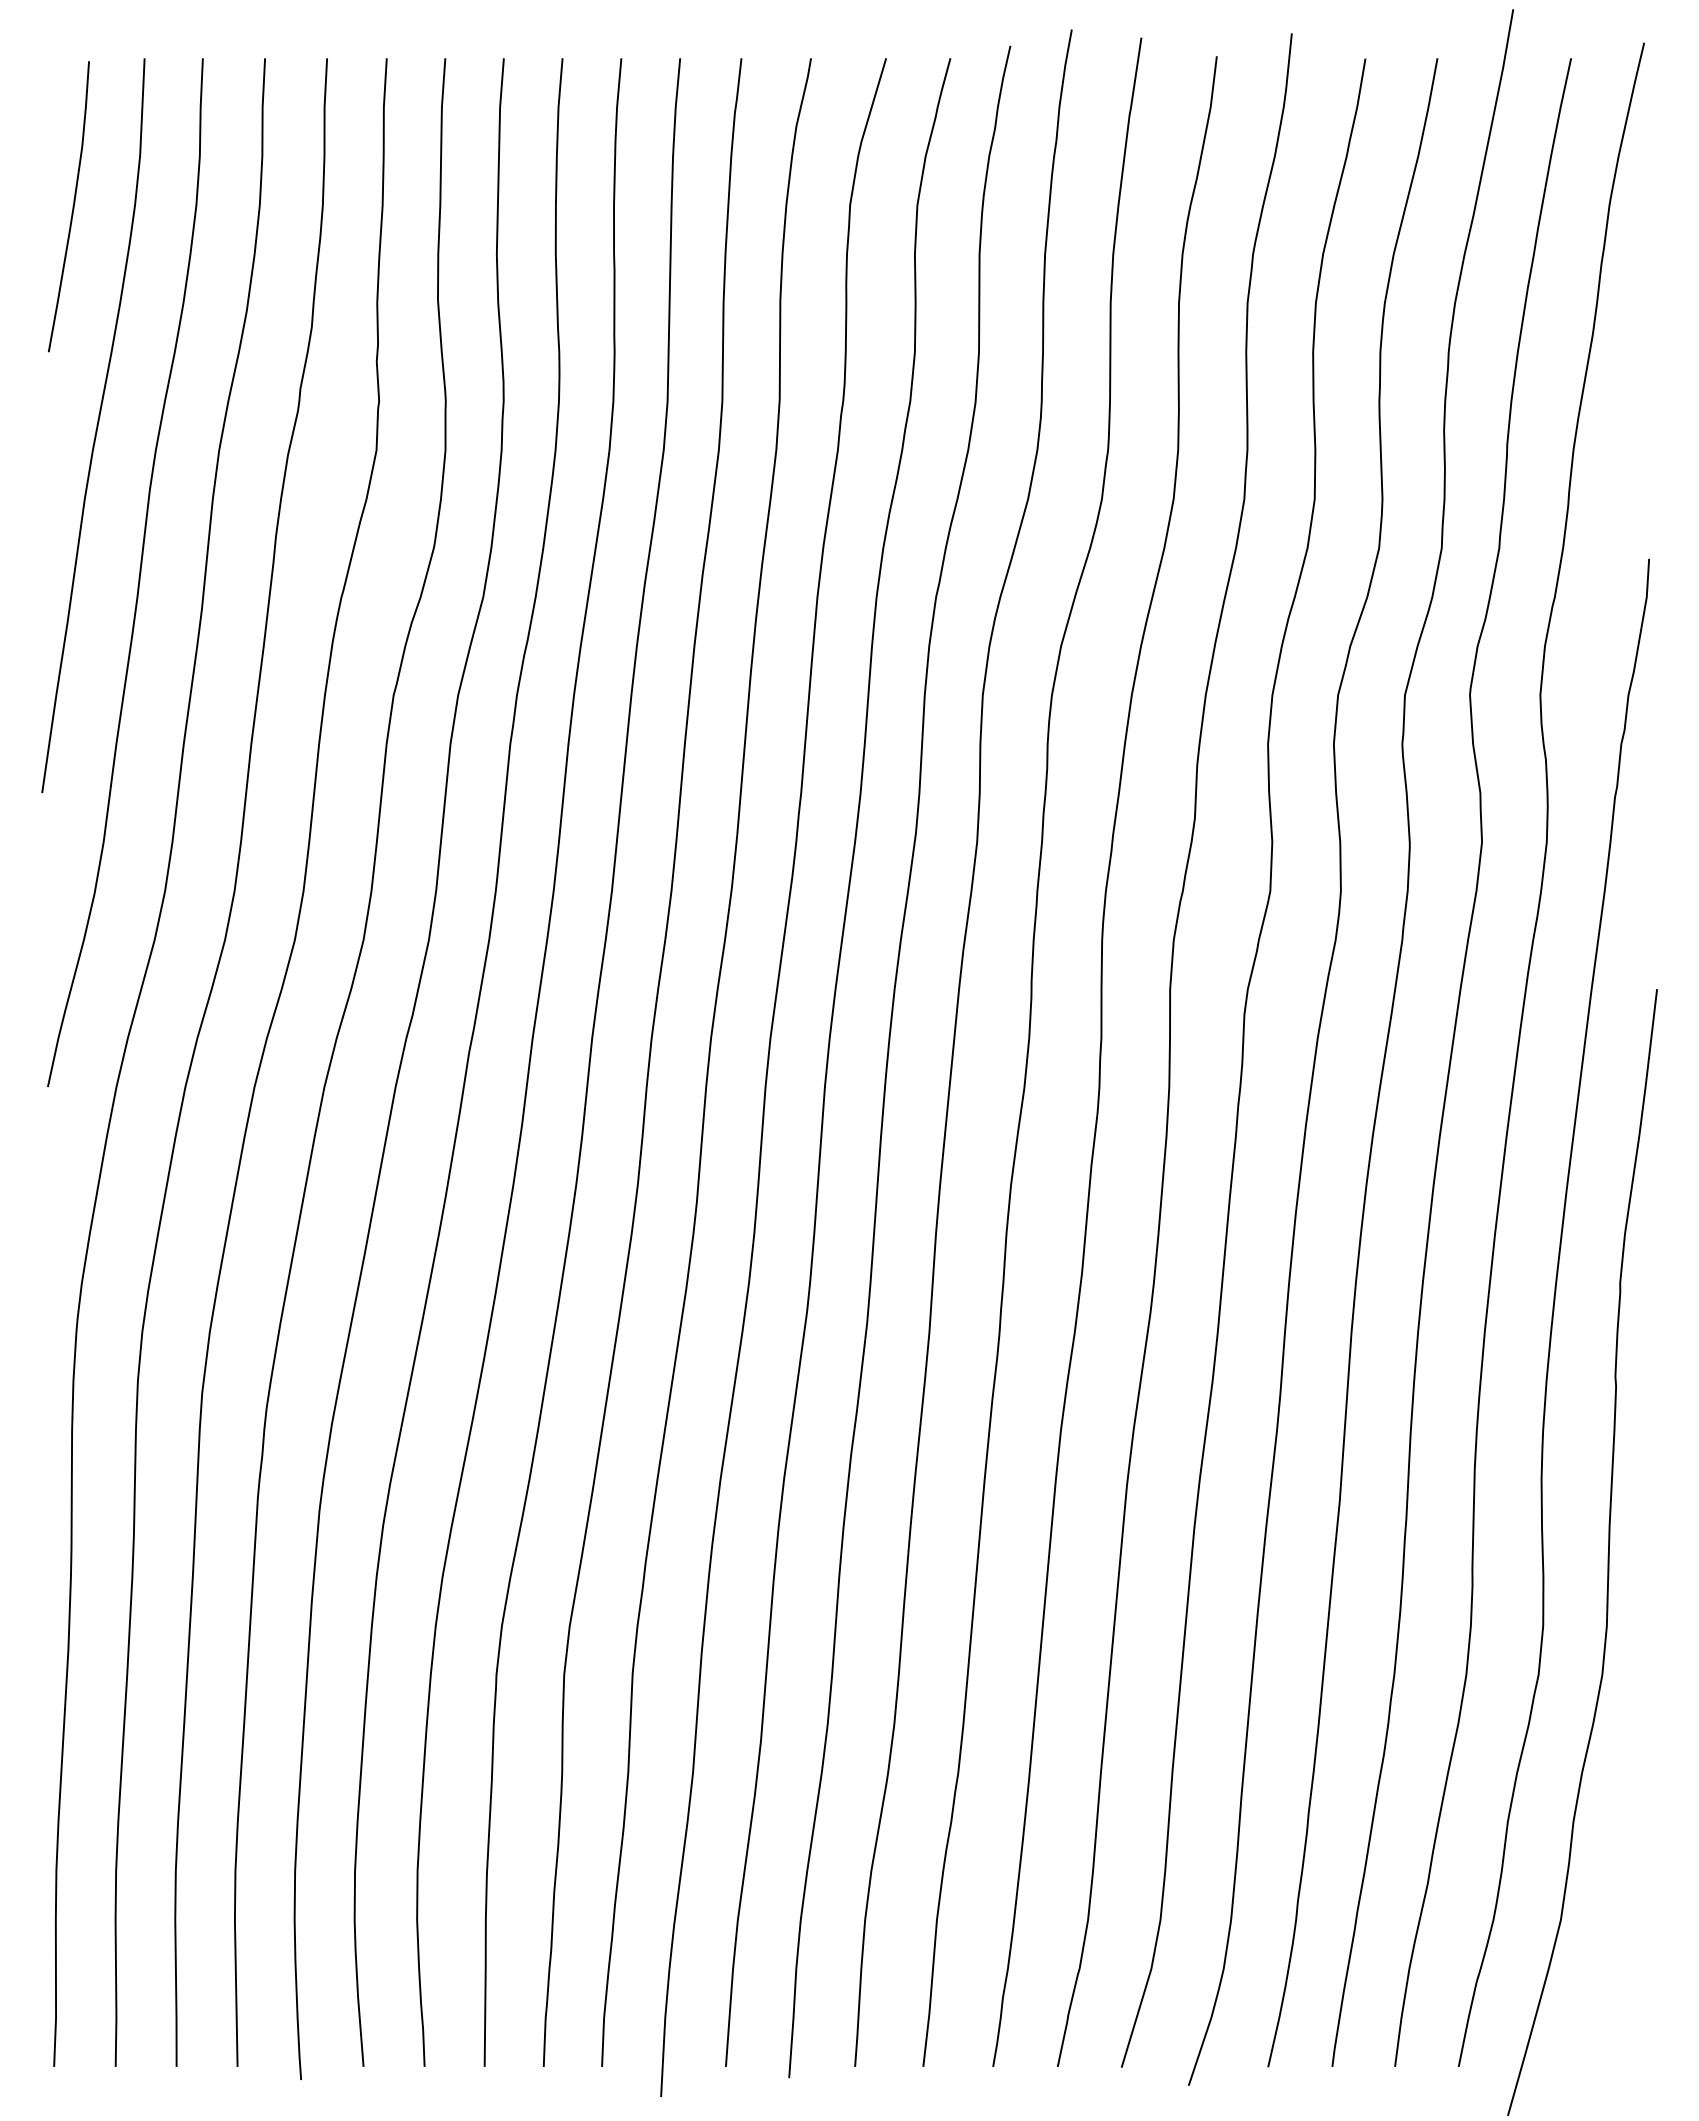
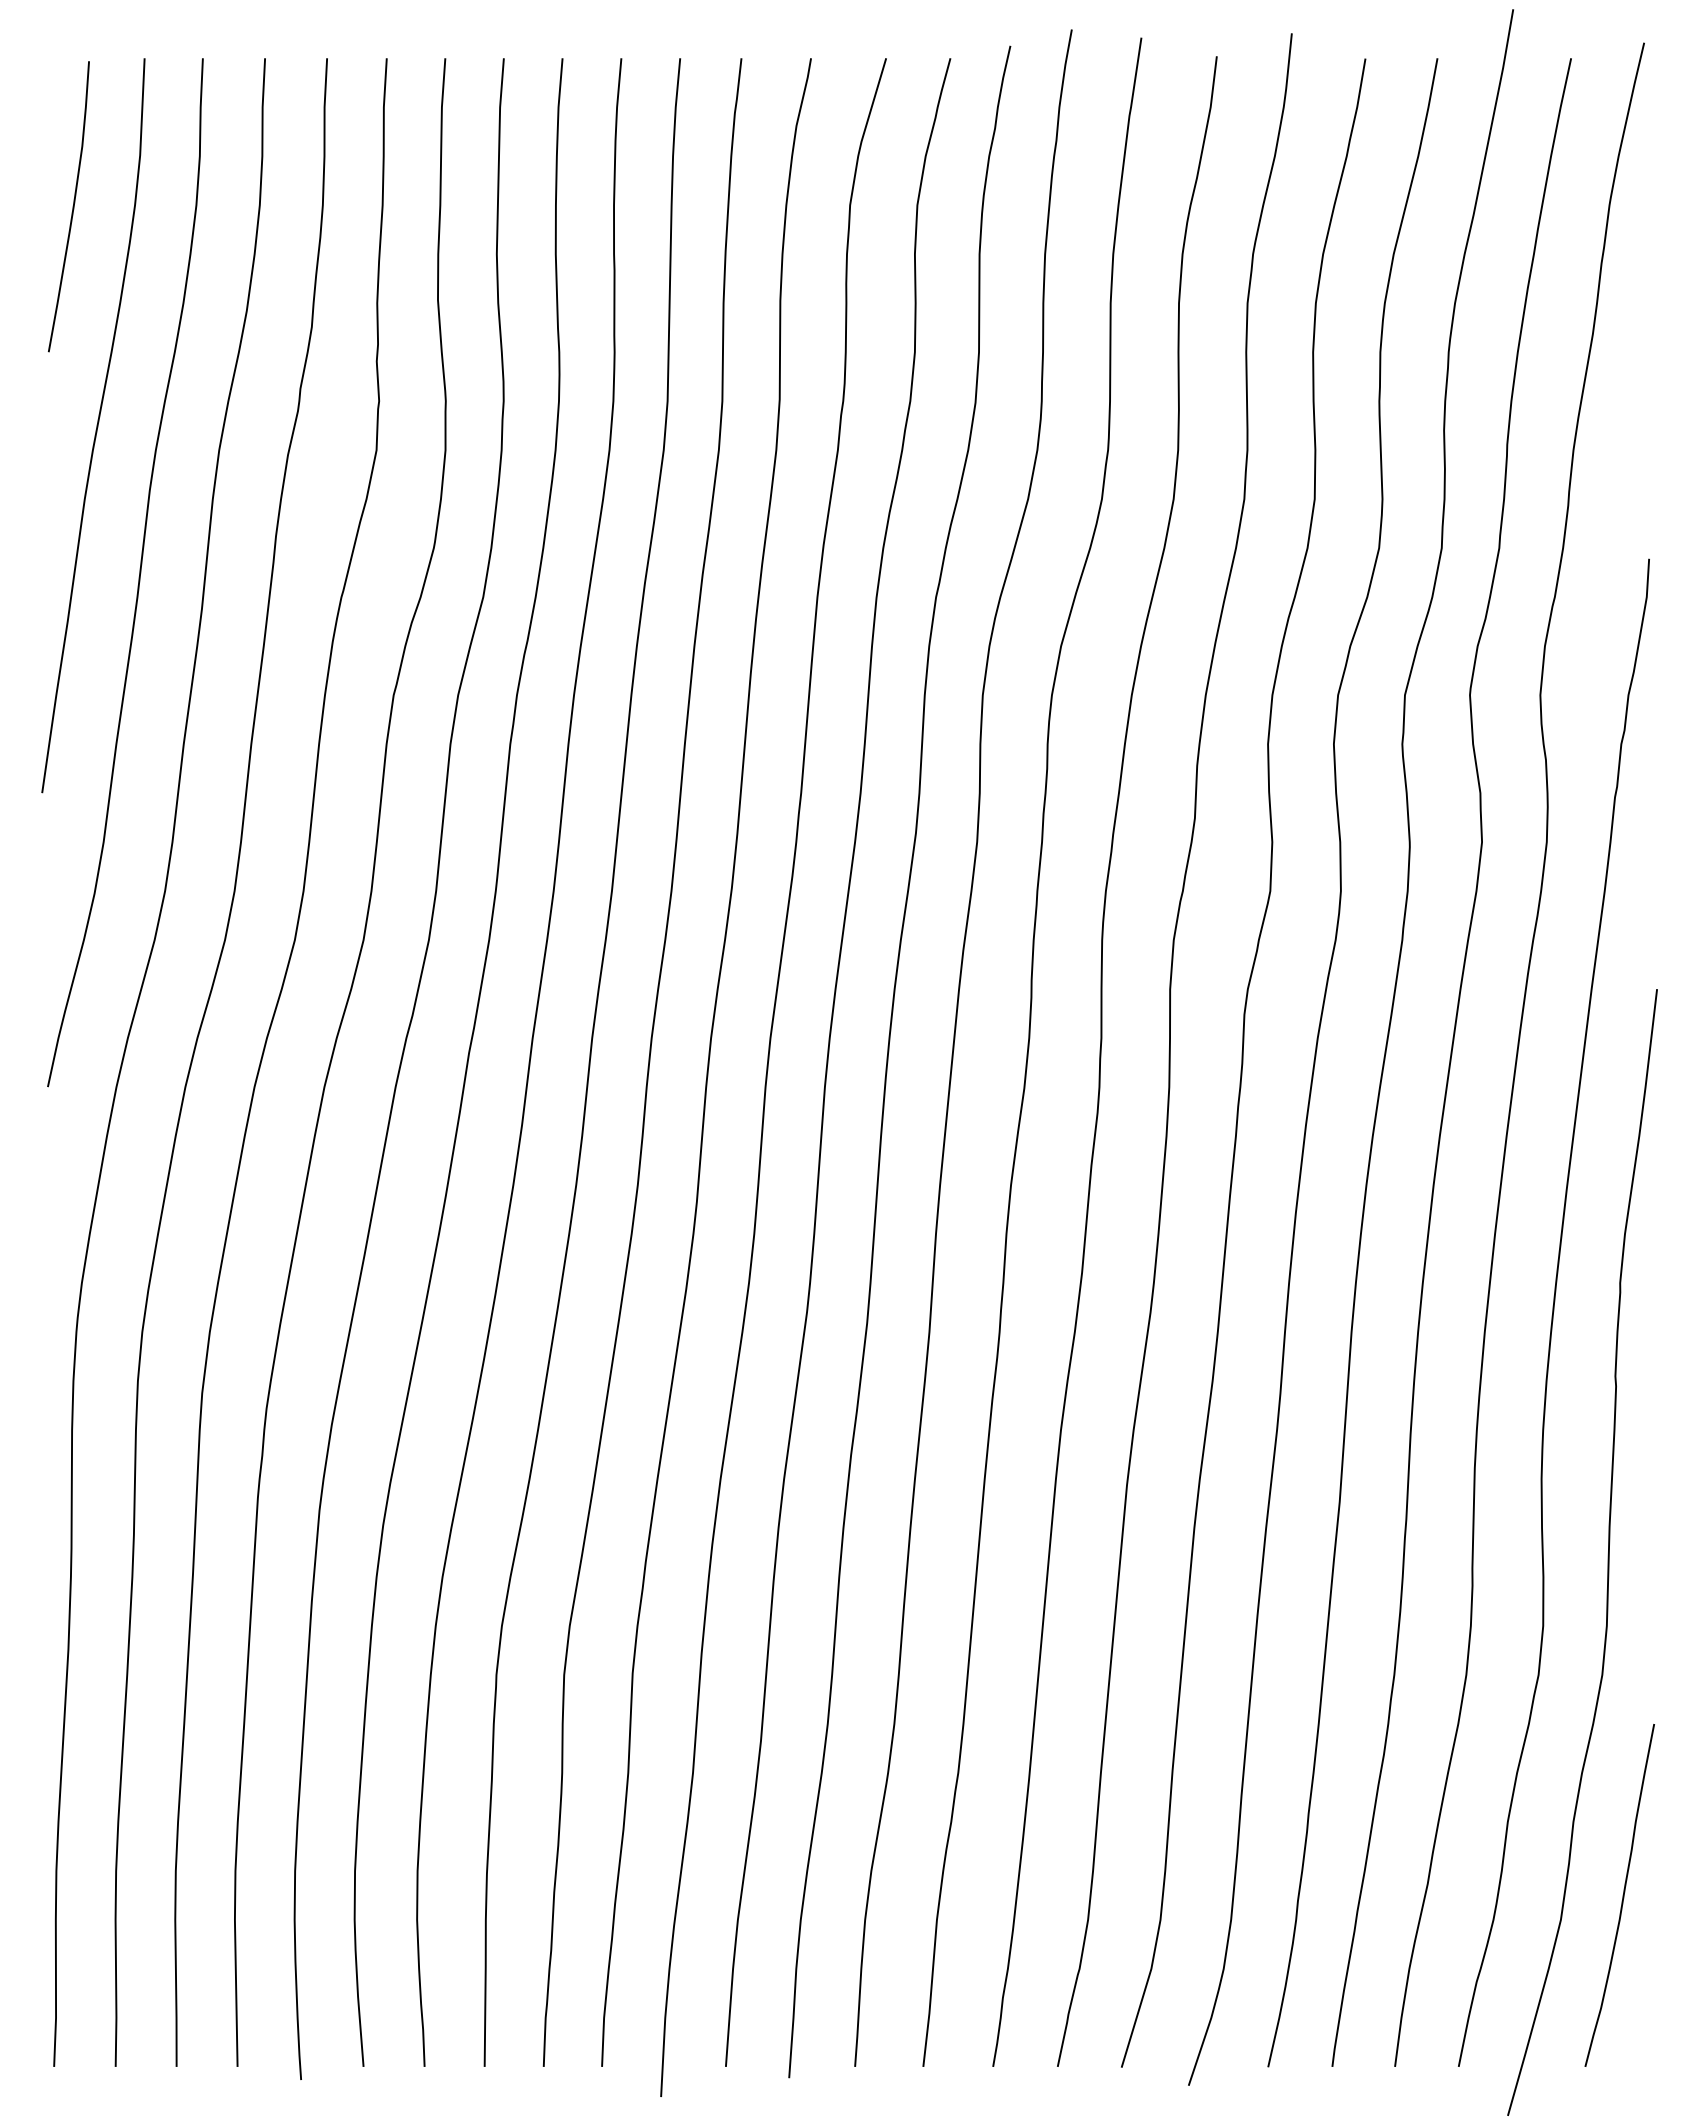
curve at (1622, 1895): none -> present
